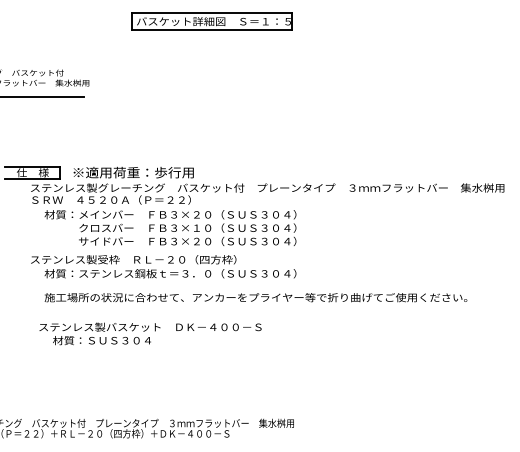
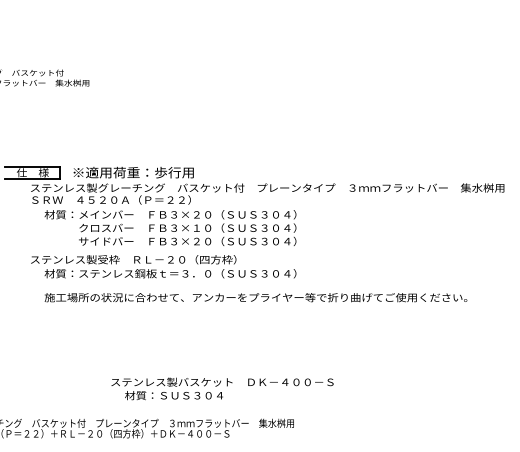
part at (211, 21): present -> none
line at (43, 97): present -> none
text at (150, 333) position: (150, 333) -> (222, 388)
